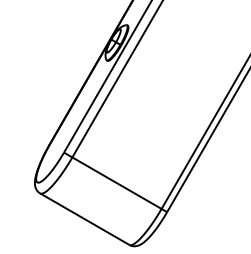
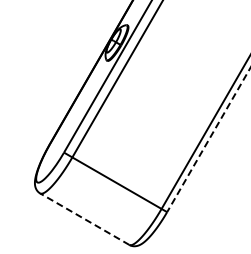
line at (208, 140): solid -> dashed
line at (84, 219): solid -> dashed
